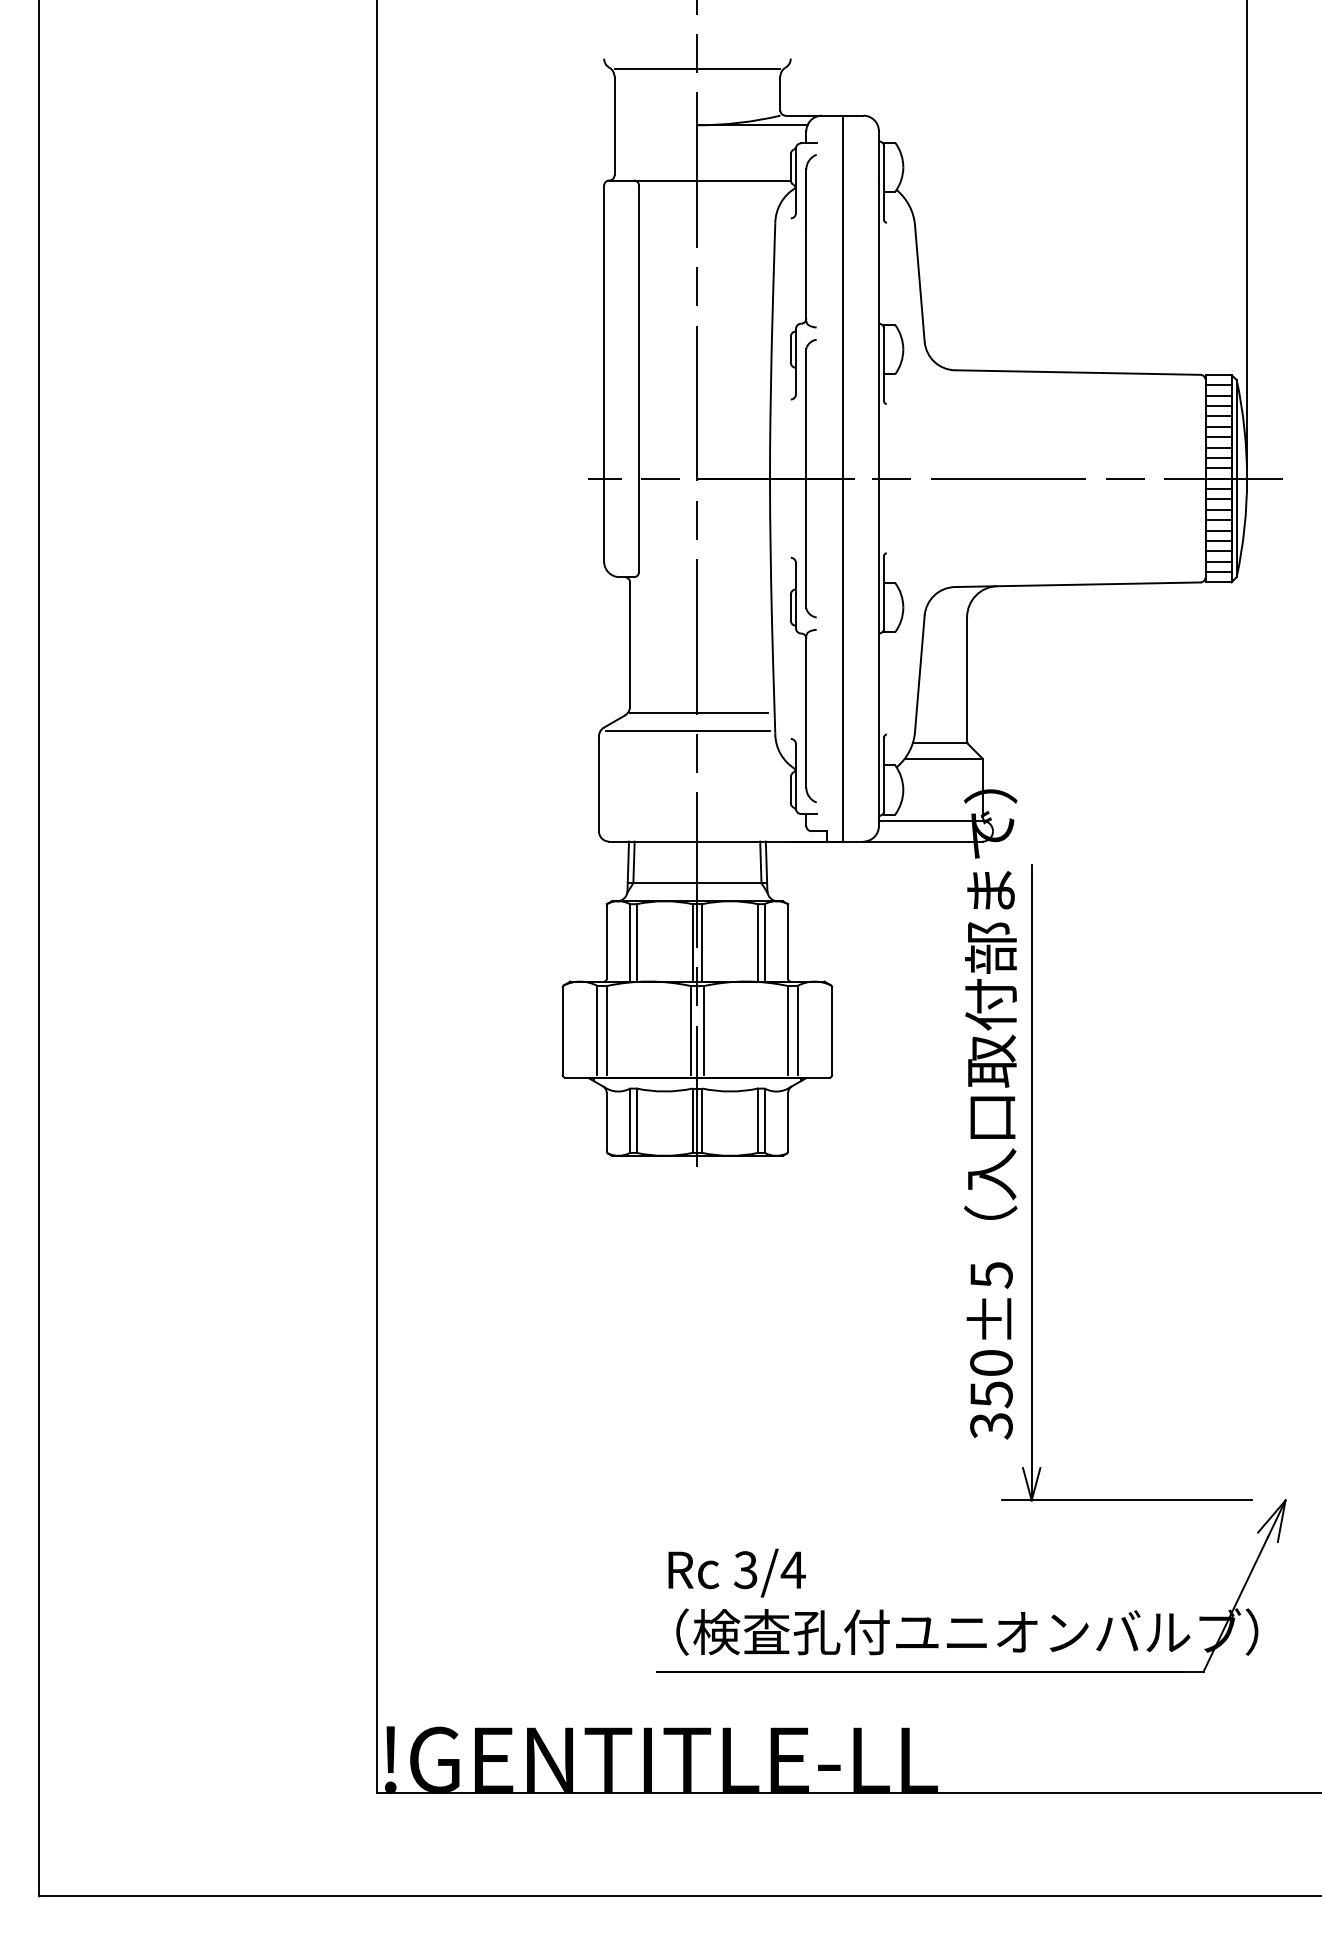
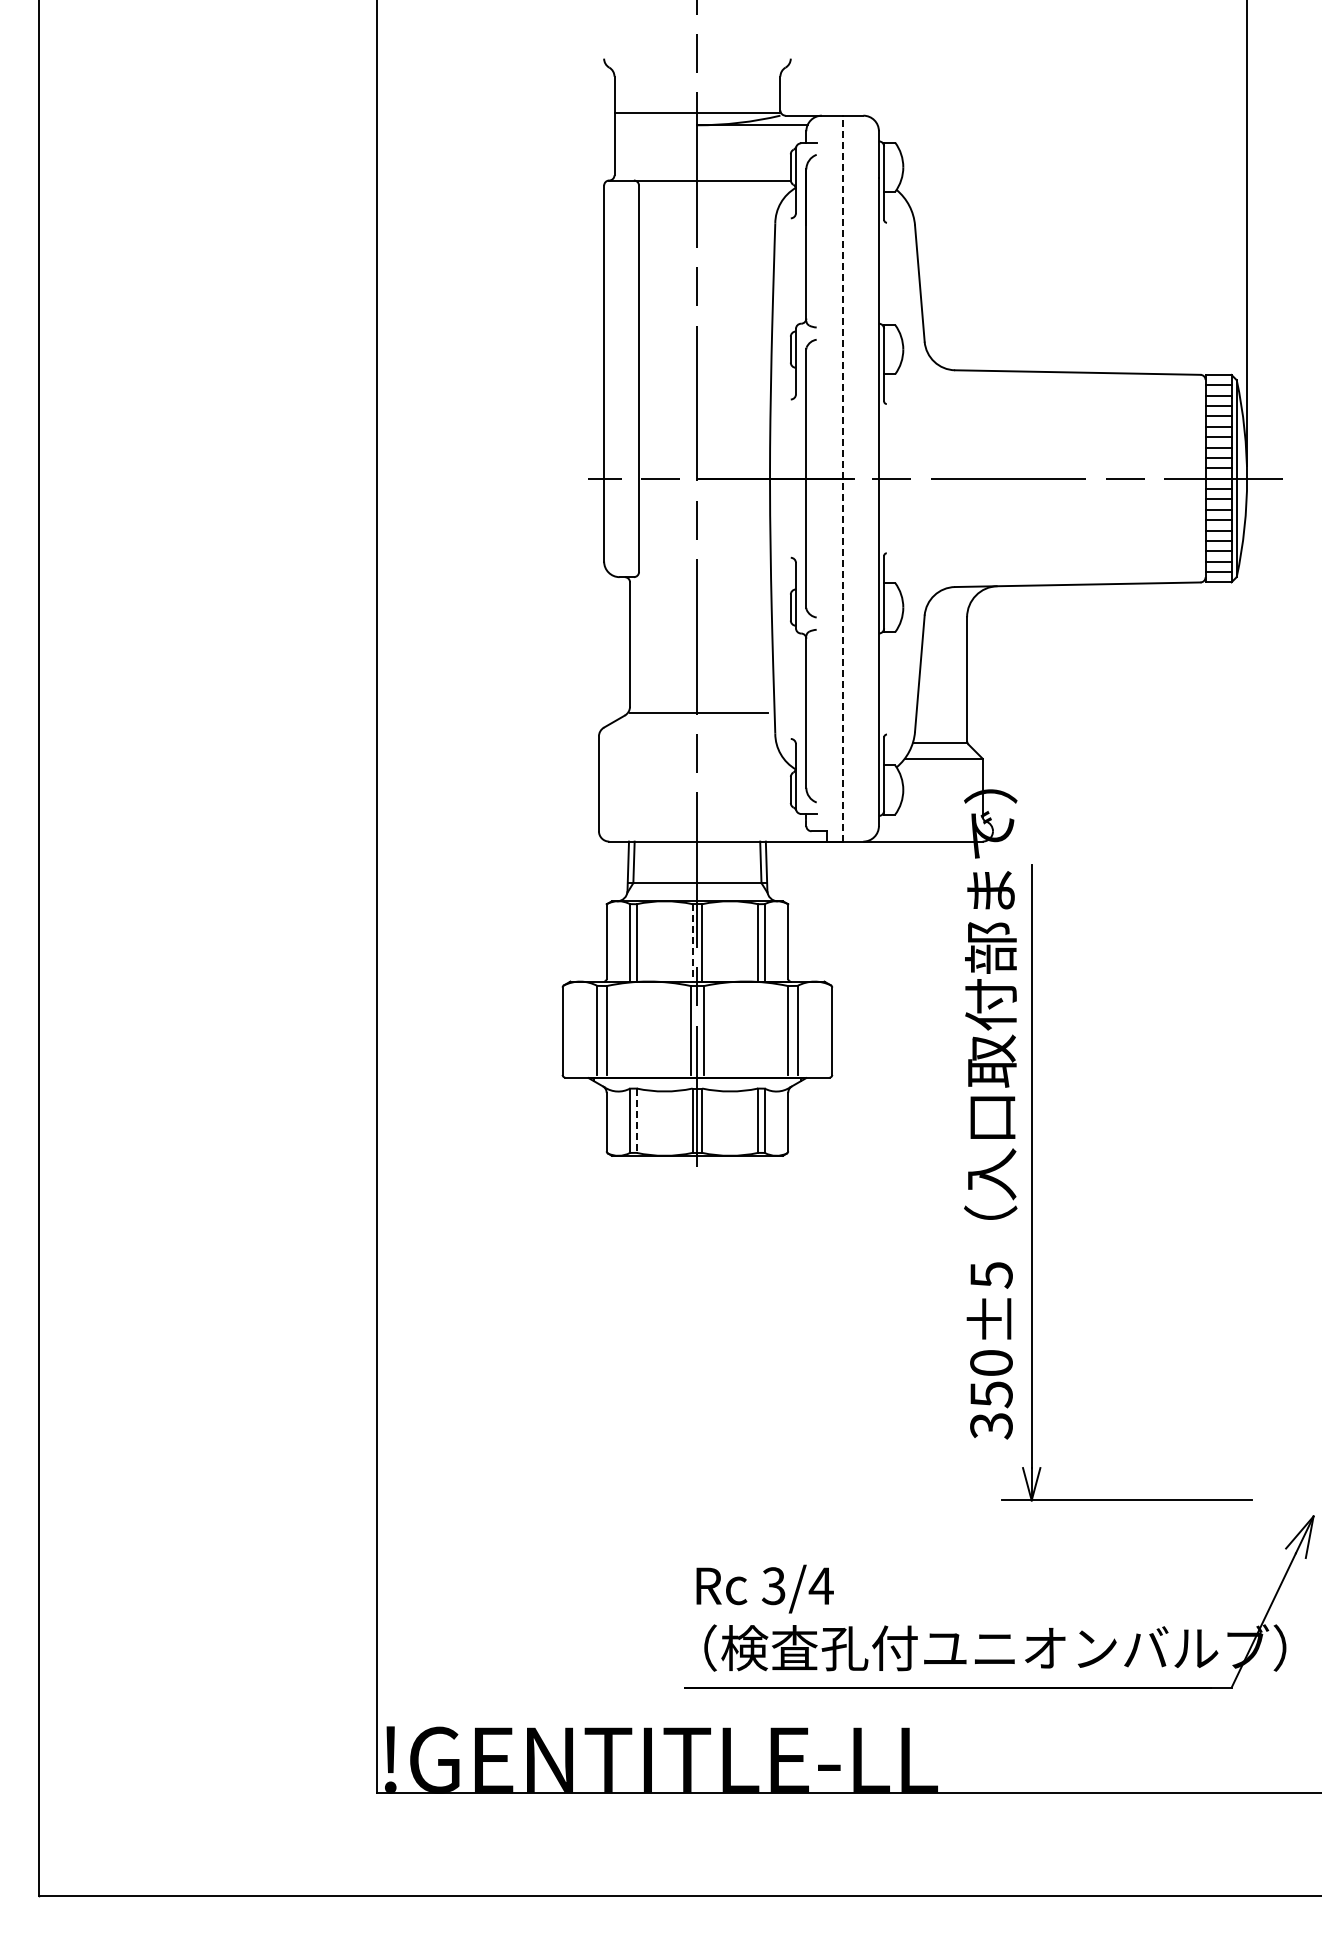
line at (697, 69) position: (697, 69) -> (697, 113)
line at (842, 478): solid -> dashed
line at (687, 730): present -> none
line at (930, 820): present -> none
line at (692, 942): solid -> dashed
line at (636, 1121): solid -> dashed
part at (971, 1618) position: (971, 1618) -> (999, 1634)
